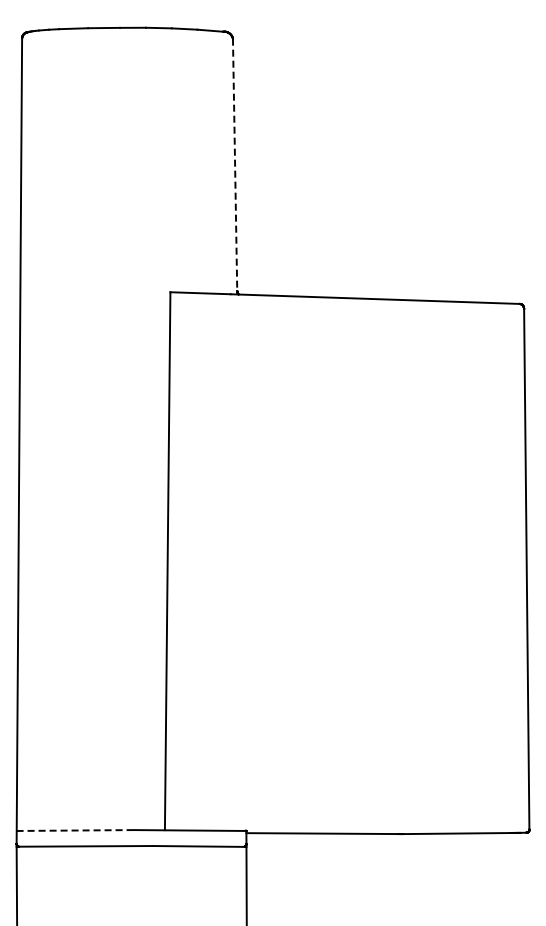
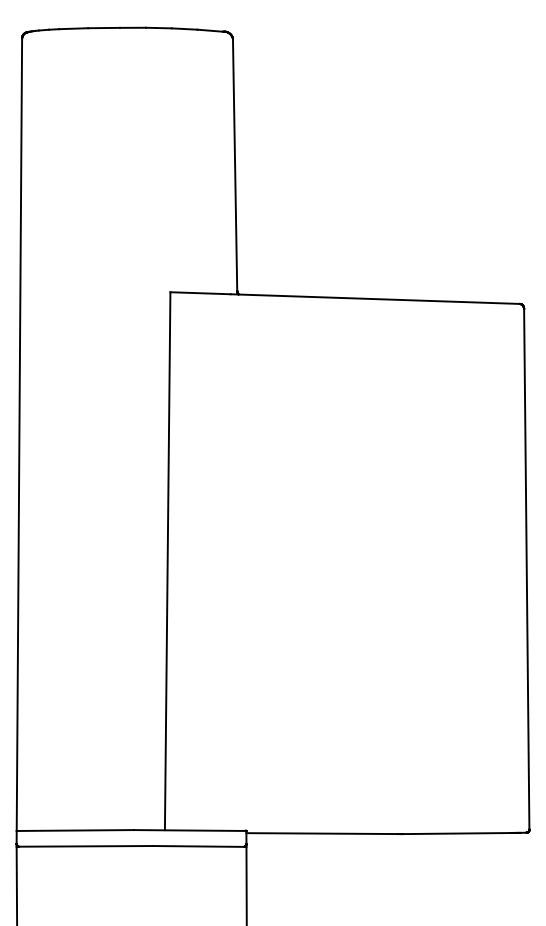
line at (235, 165): dashed -> solid
line at (75, 830): dashed -> solid
